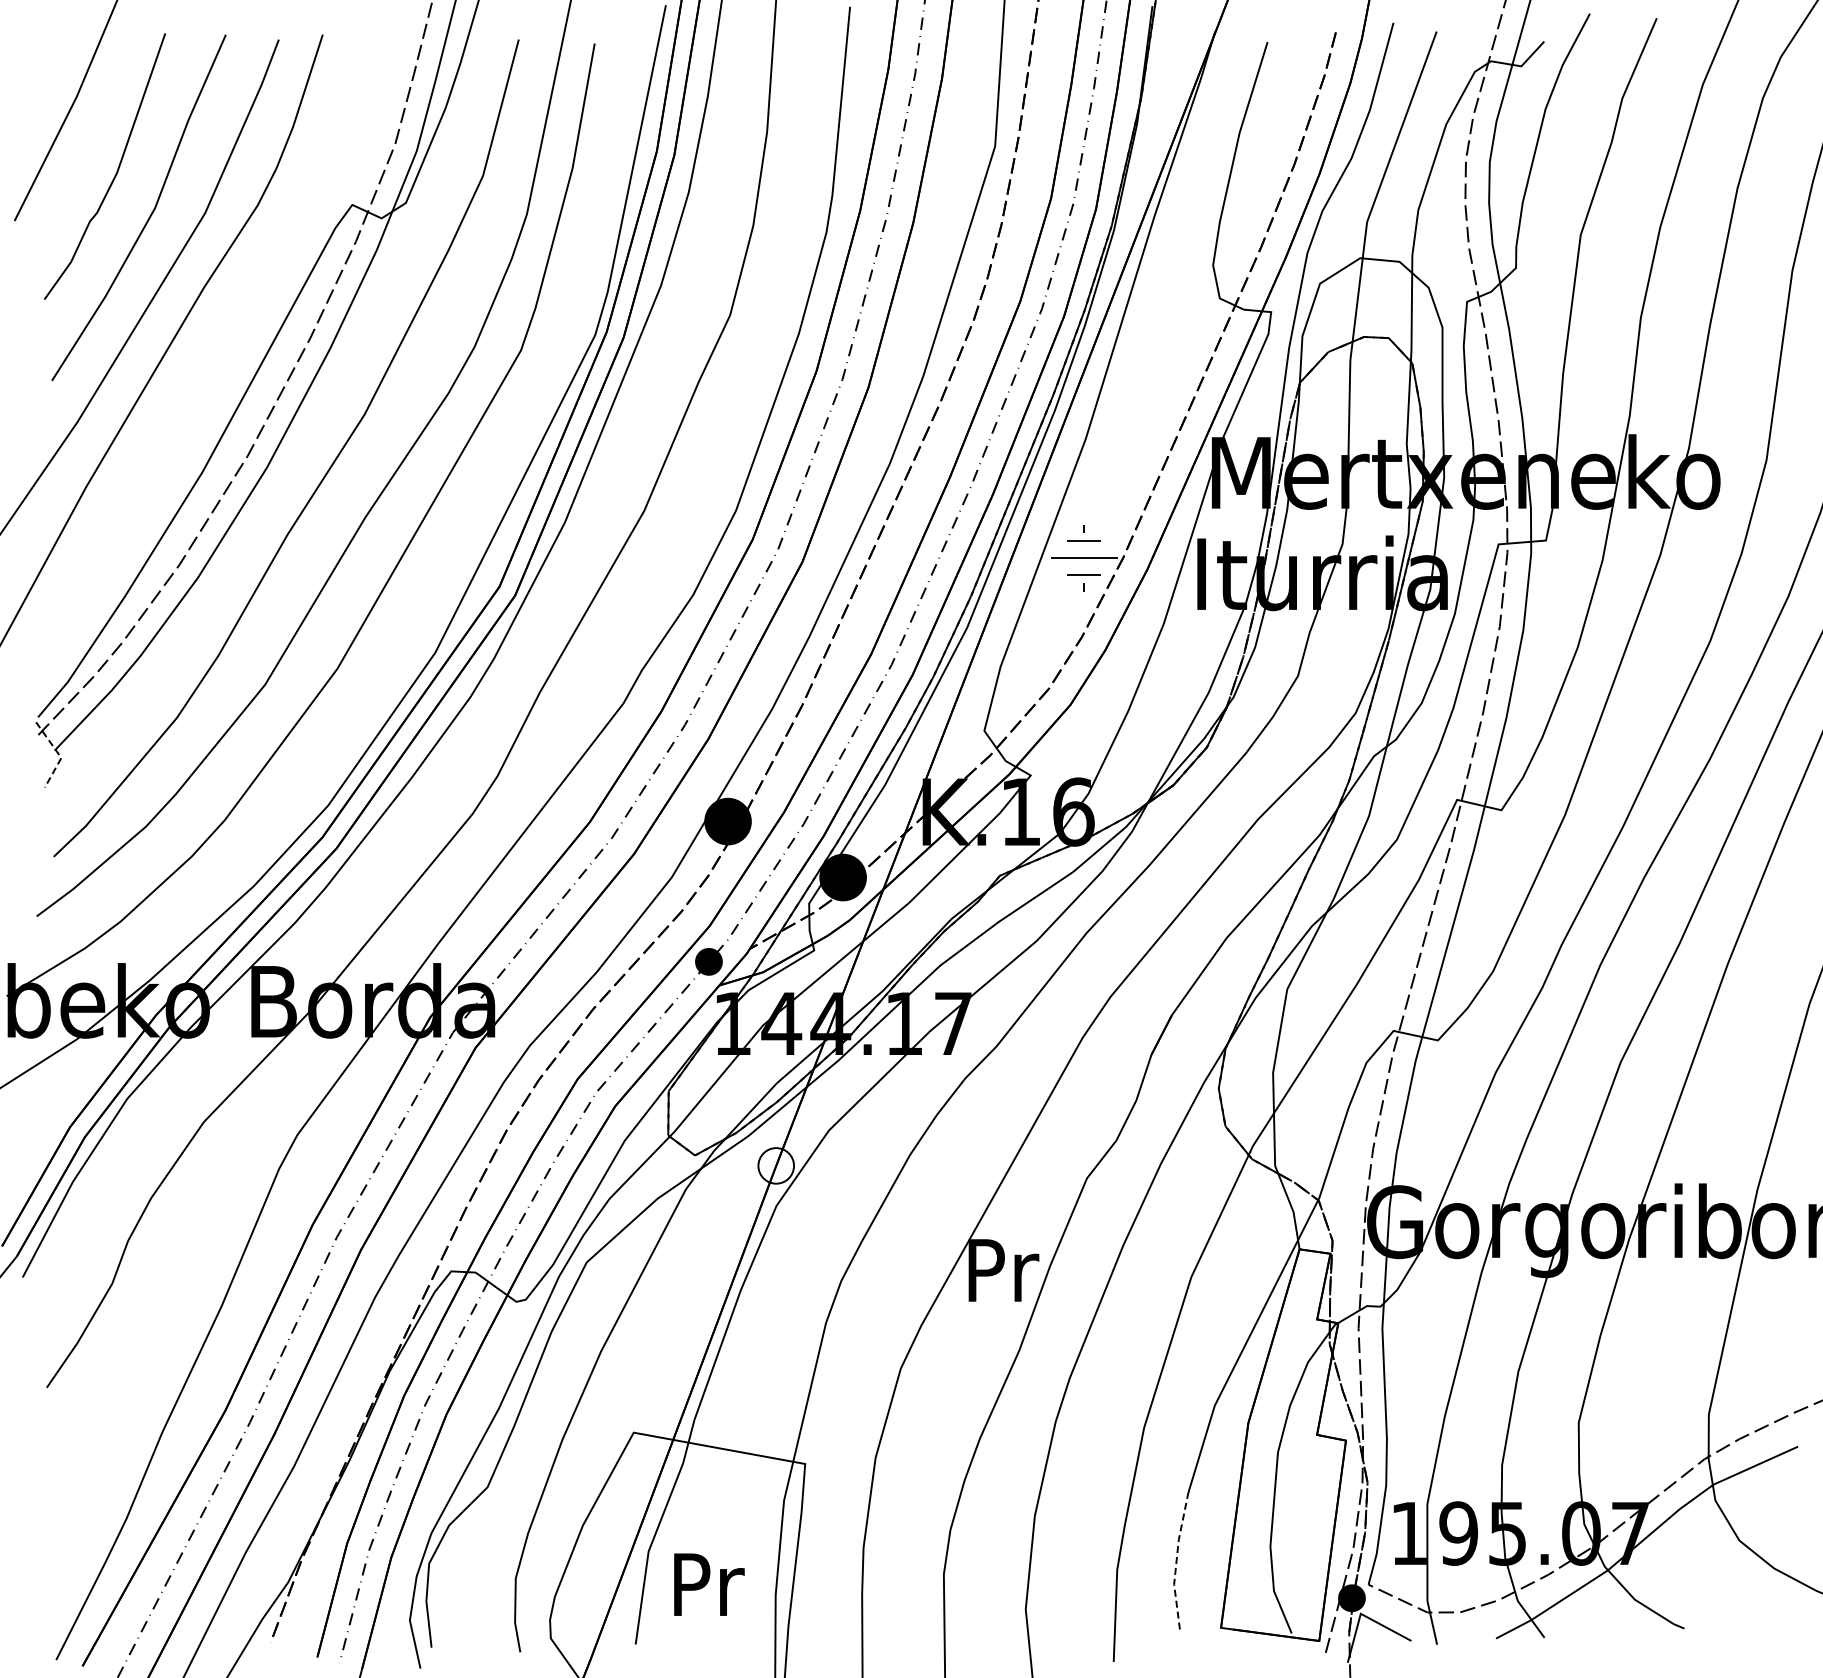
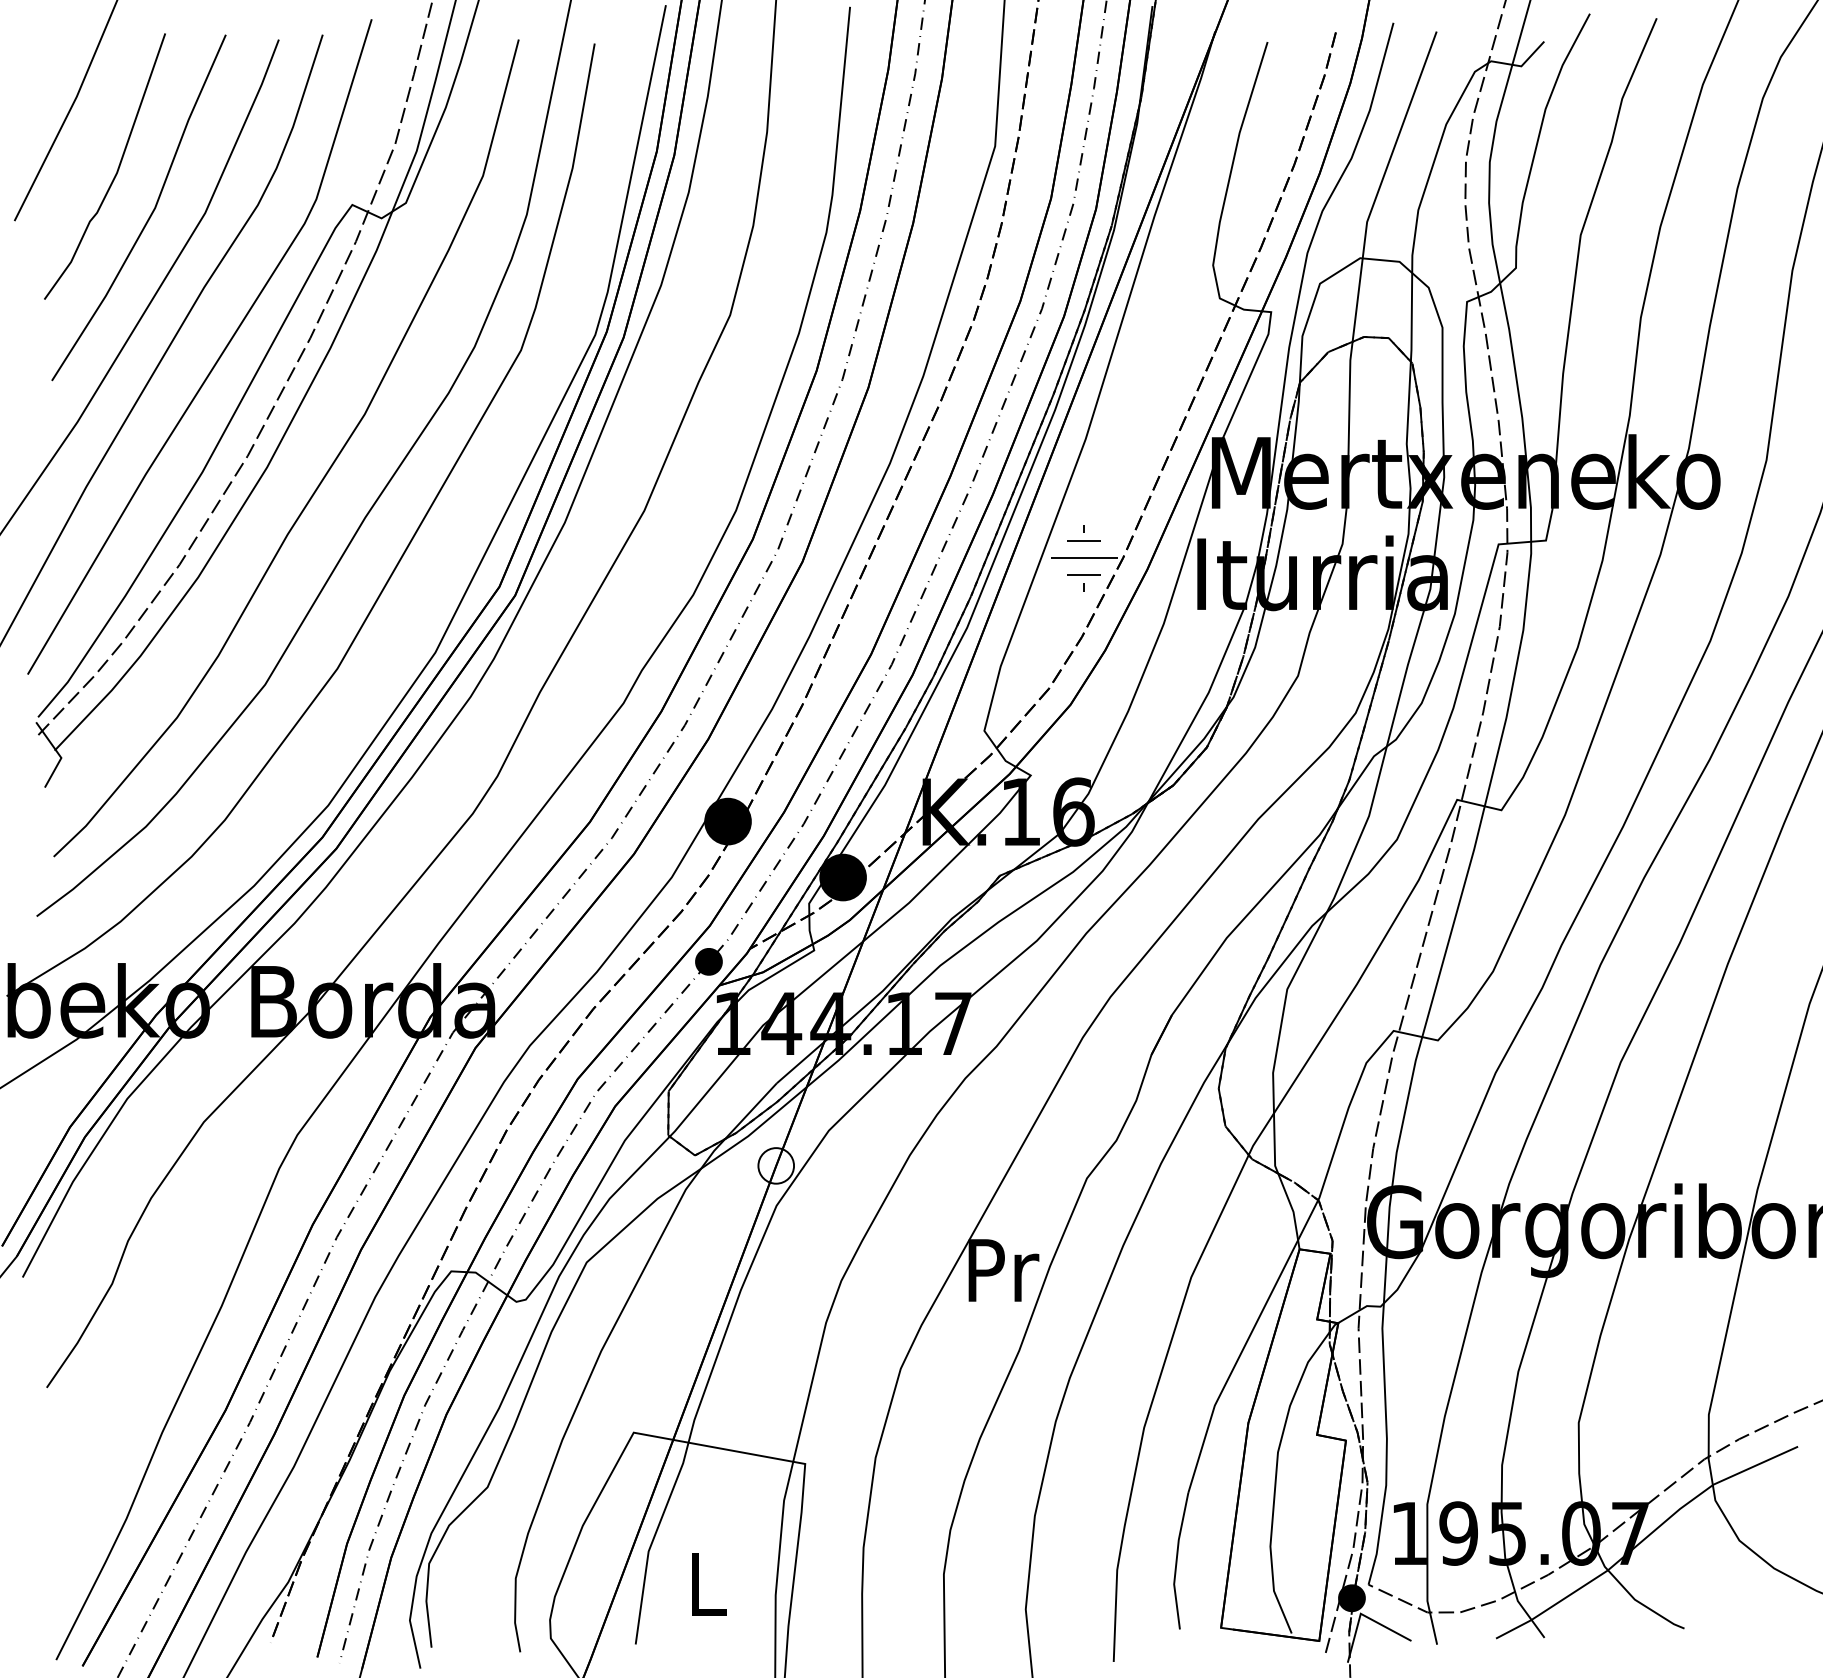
line at (218, 357): none -> present
line at (59, 754): dashed -> solid
line at (1176, 1560): dashed -> solid
text at (709, 1584): Pr -> L
